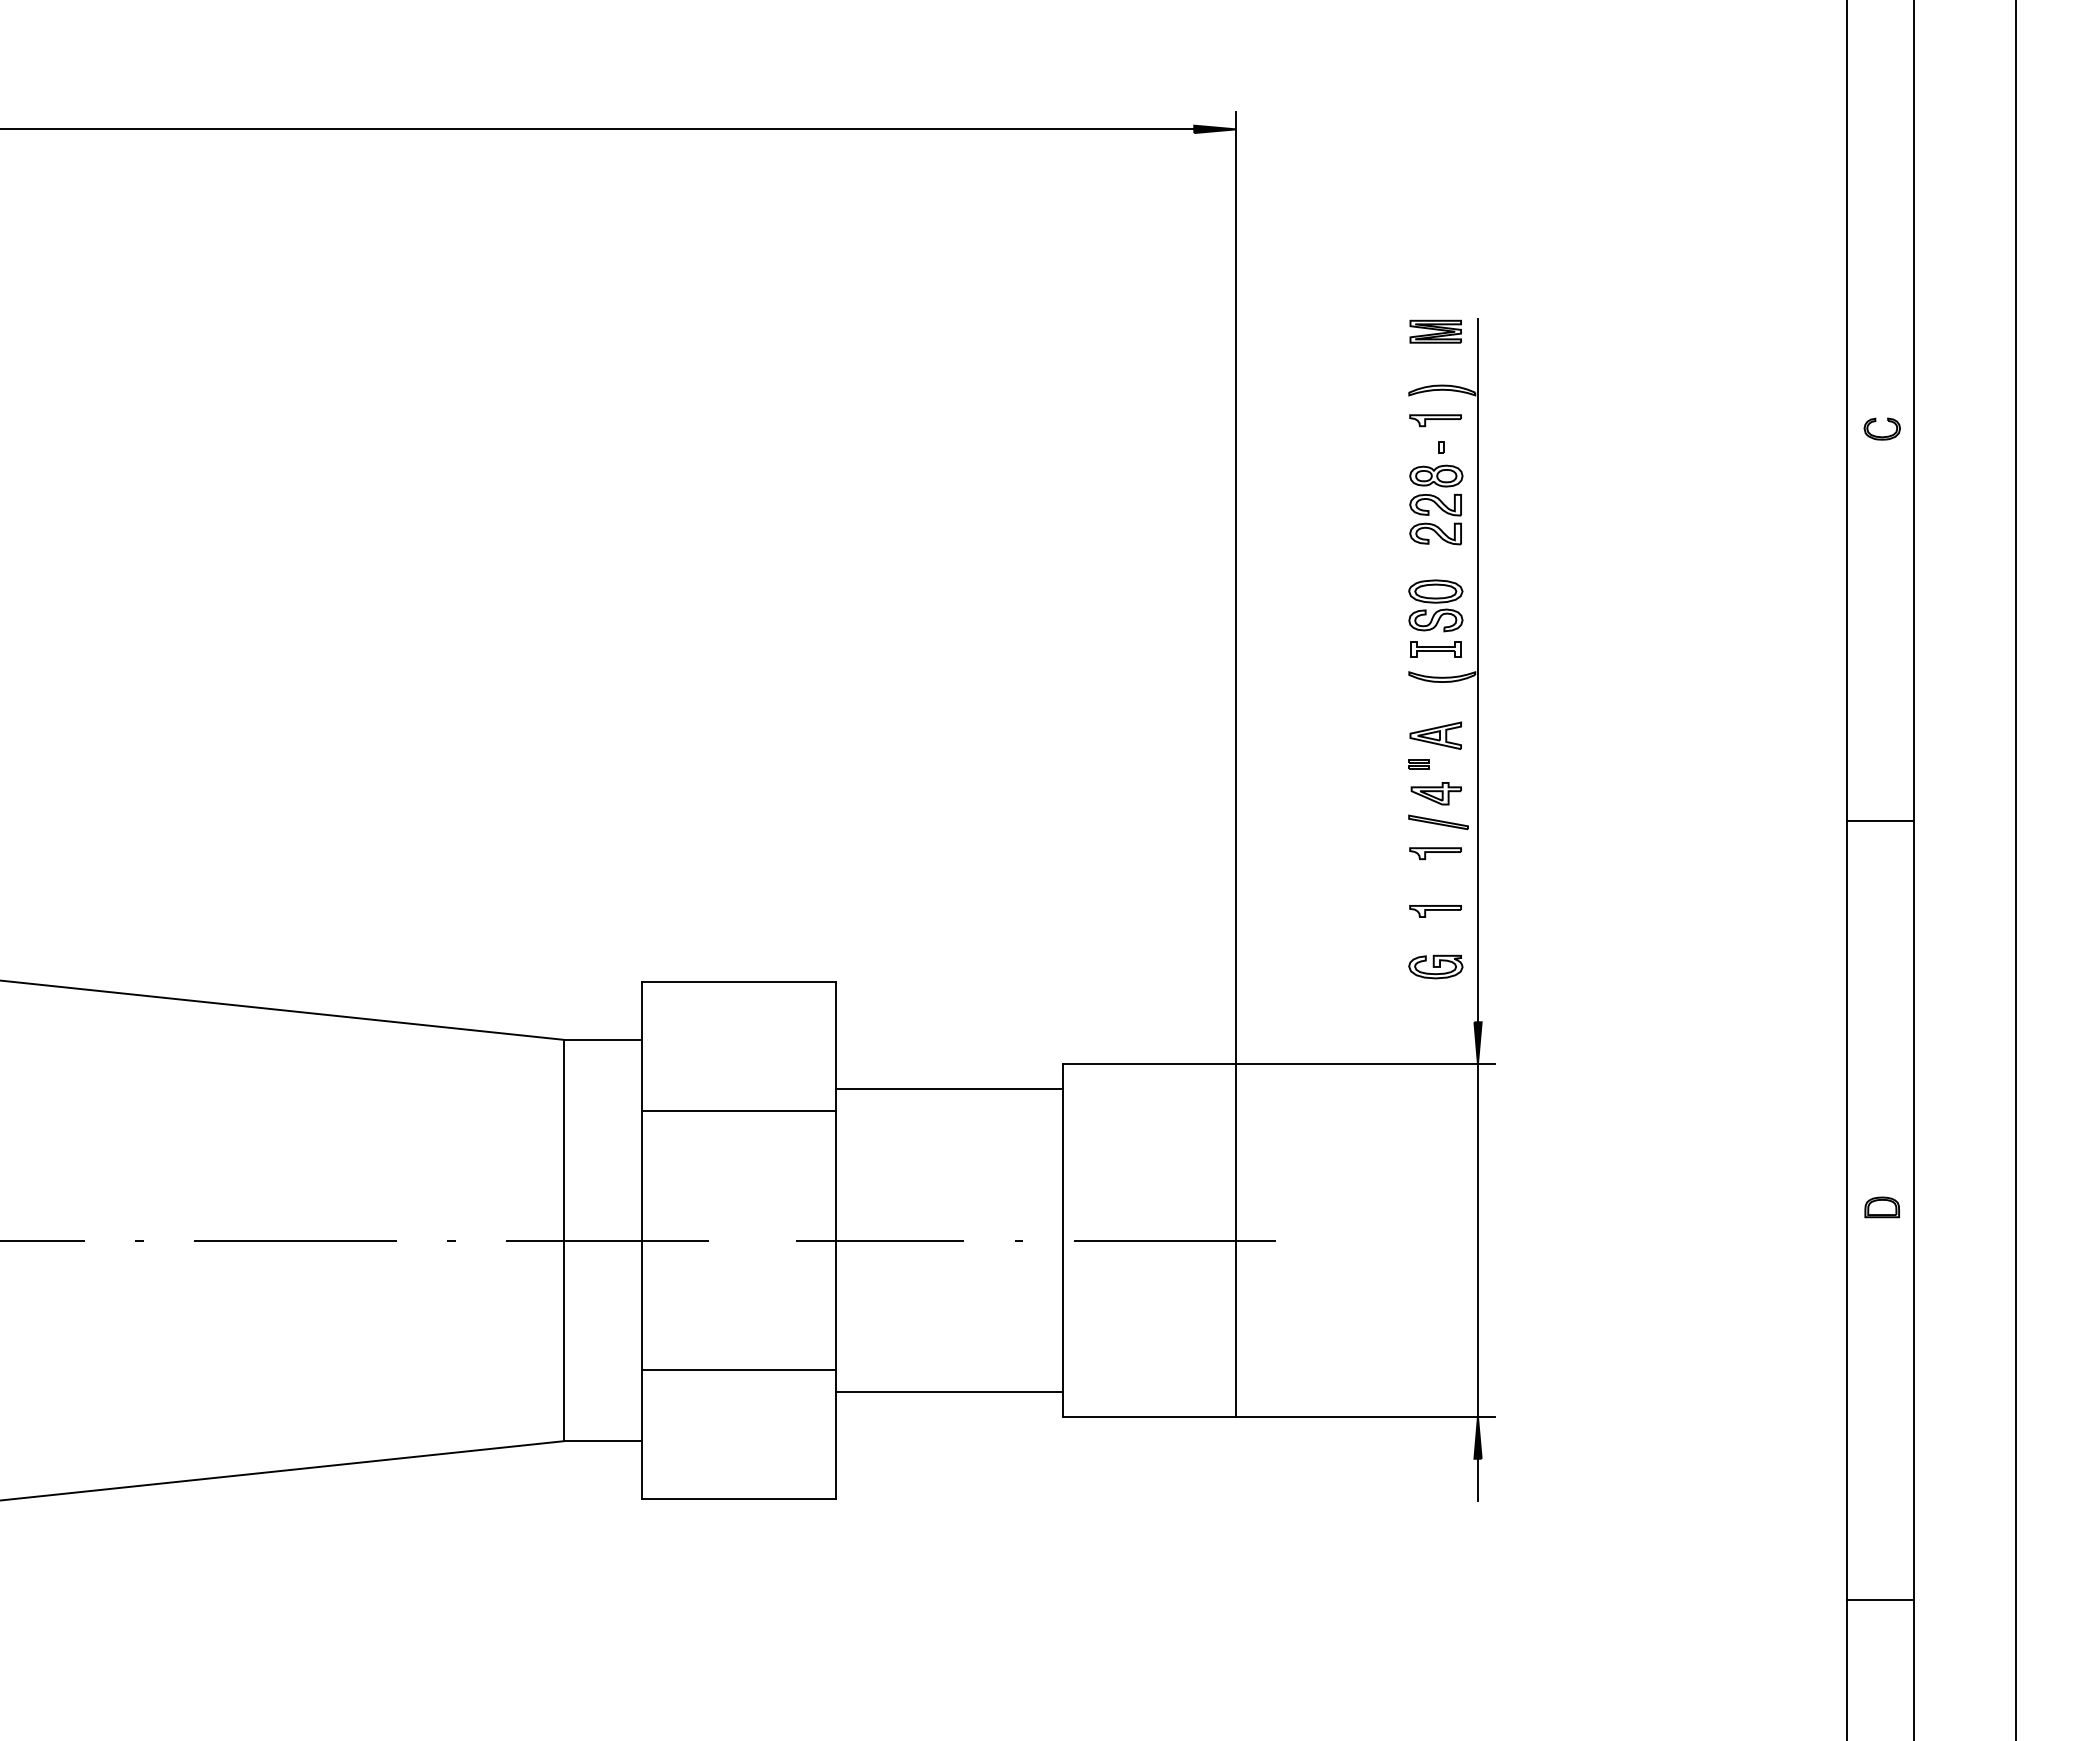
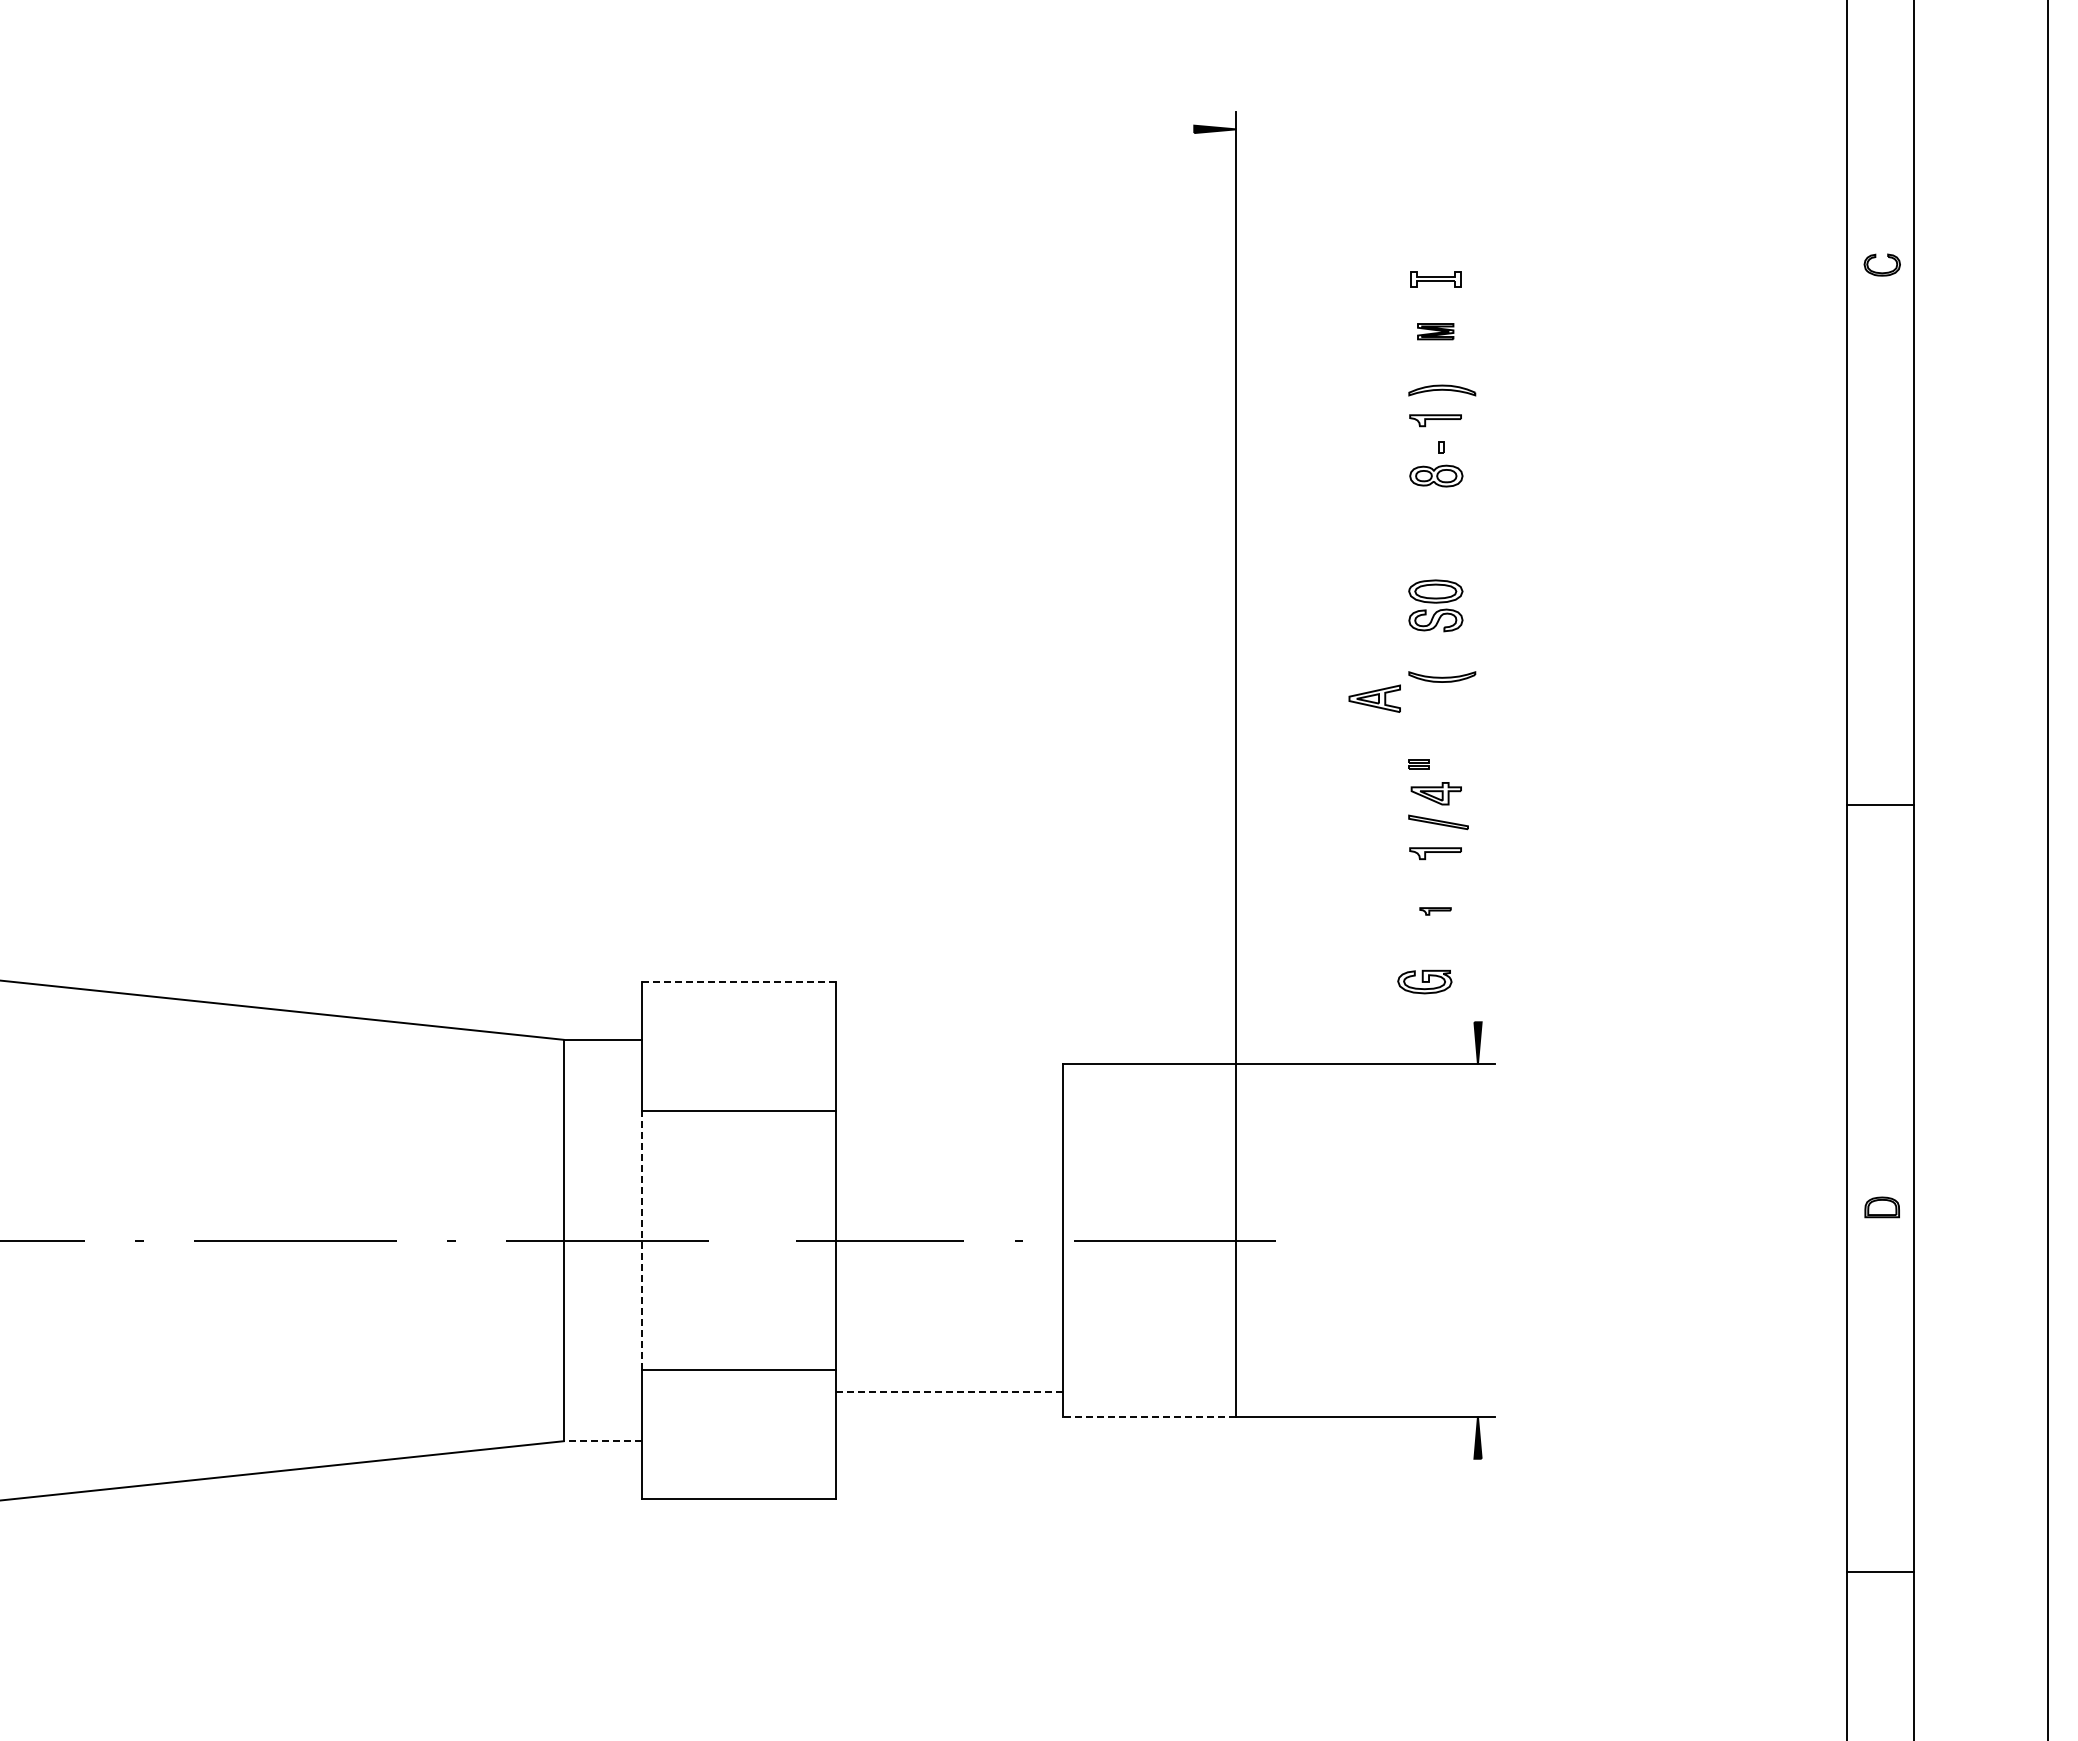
line at (598, 129): present -> none
part at (1435, 331) size: 53x25 px -> 38x18 px
part at (1881, 436) position: (1881, 436) -> (1881, 272)
part at (1435, 519): present -> none
part at (1435, 649) position: (1435, 649) -> (1435, 279)
line at (1477, 670): present -> none
part at (1435, 735) position: (1435, 735) -> (1374, 698)
line at (1880, 821) position: (1880, 821) -> (1880, 805)
line at (2015, 869) position: (2015, 869) -> (2047, 869)
part at (1435, 911) size: 53x13 px -> 33x9 px
part at (1435, 966) position: (1435, 966) -> (1424, 981)
line at (738, 982): solid -> dashed
line at (949, 1088): present -> none
line at (641, 1240): solid -> dashed
line at (1477, 1240): present -> none
line at (949, 1392): solid -> dashed
line at (1149, 1416): solid -> dashed
line at (602, 1441): solid -> dashed
line at (1477, 1479): present -> none
line at (1880, 1599) position: (1880, 1599) -> (1880, 1571)
